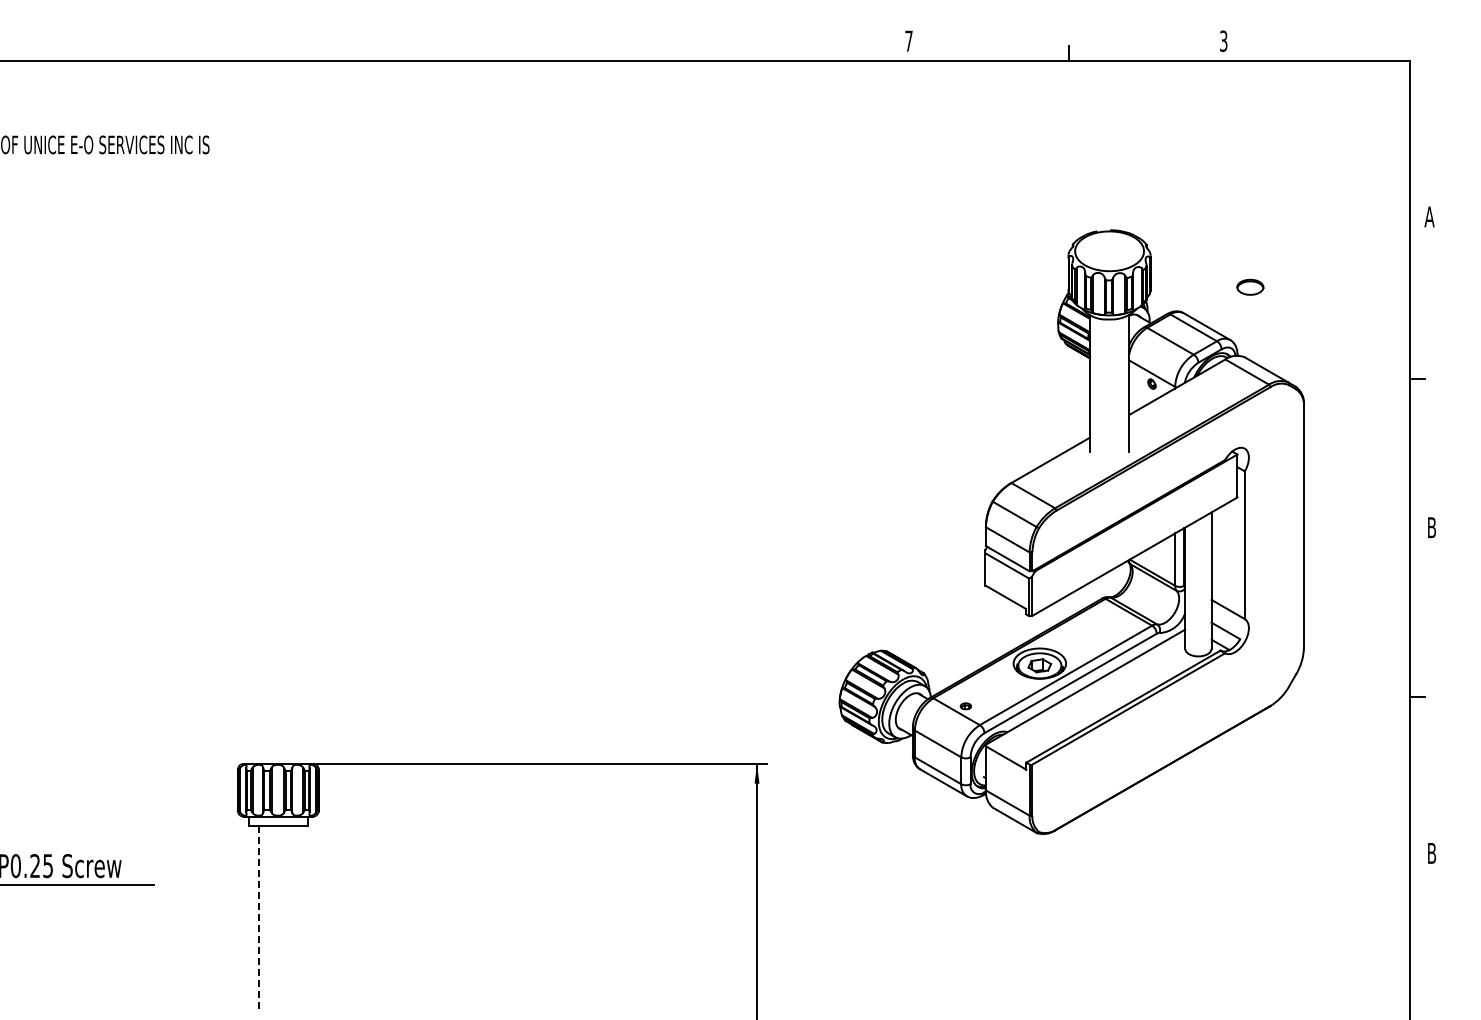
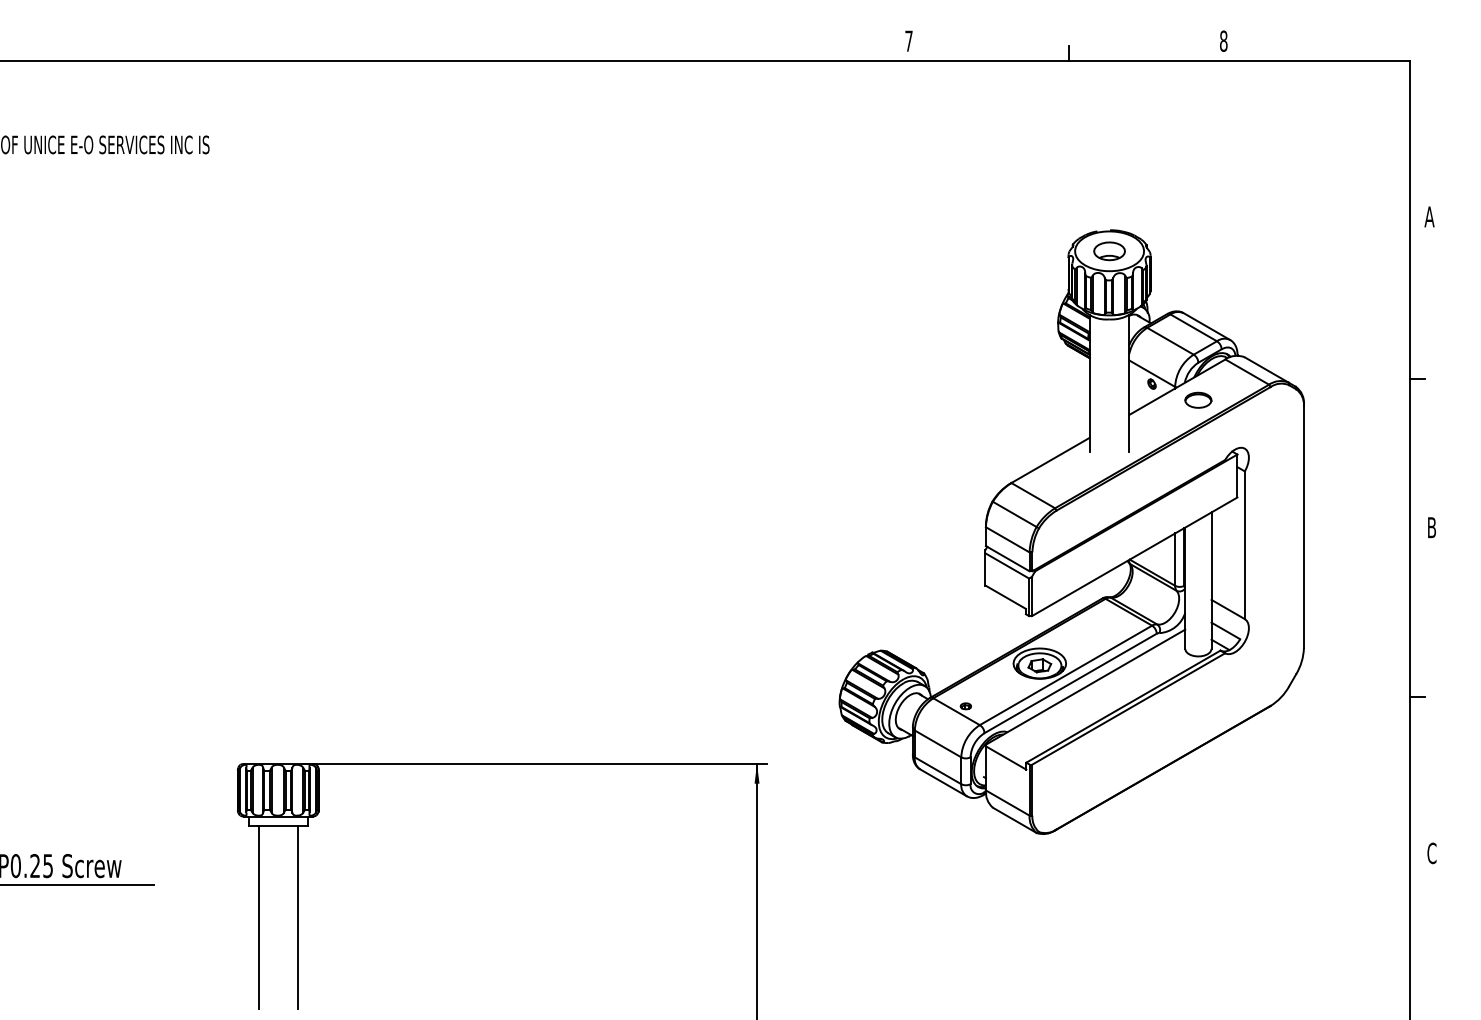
text at (1223, 40): 3 -> 8
part at (1109, 251): none -> present
part at (1250, 286) position: (1250, 286) -> (1198, 399)
text at (1431, 853): B -> C
line at (298, 917): none -> present
line at (258, 918): dashed -> solid
